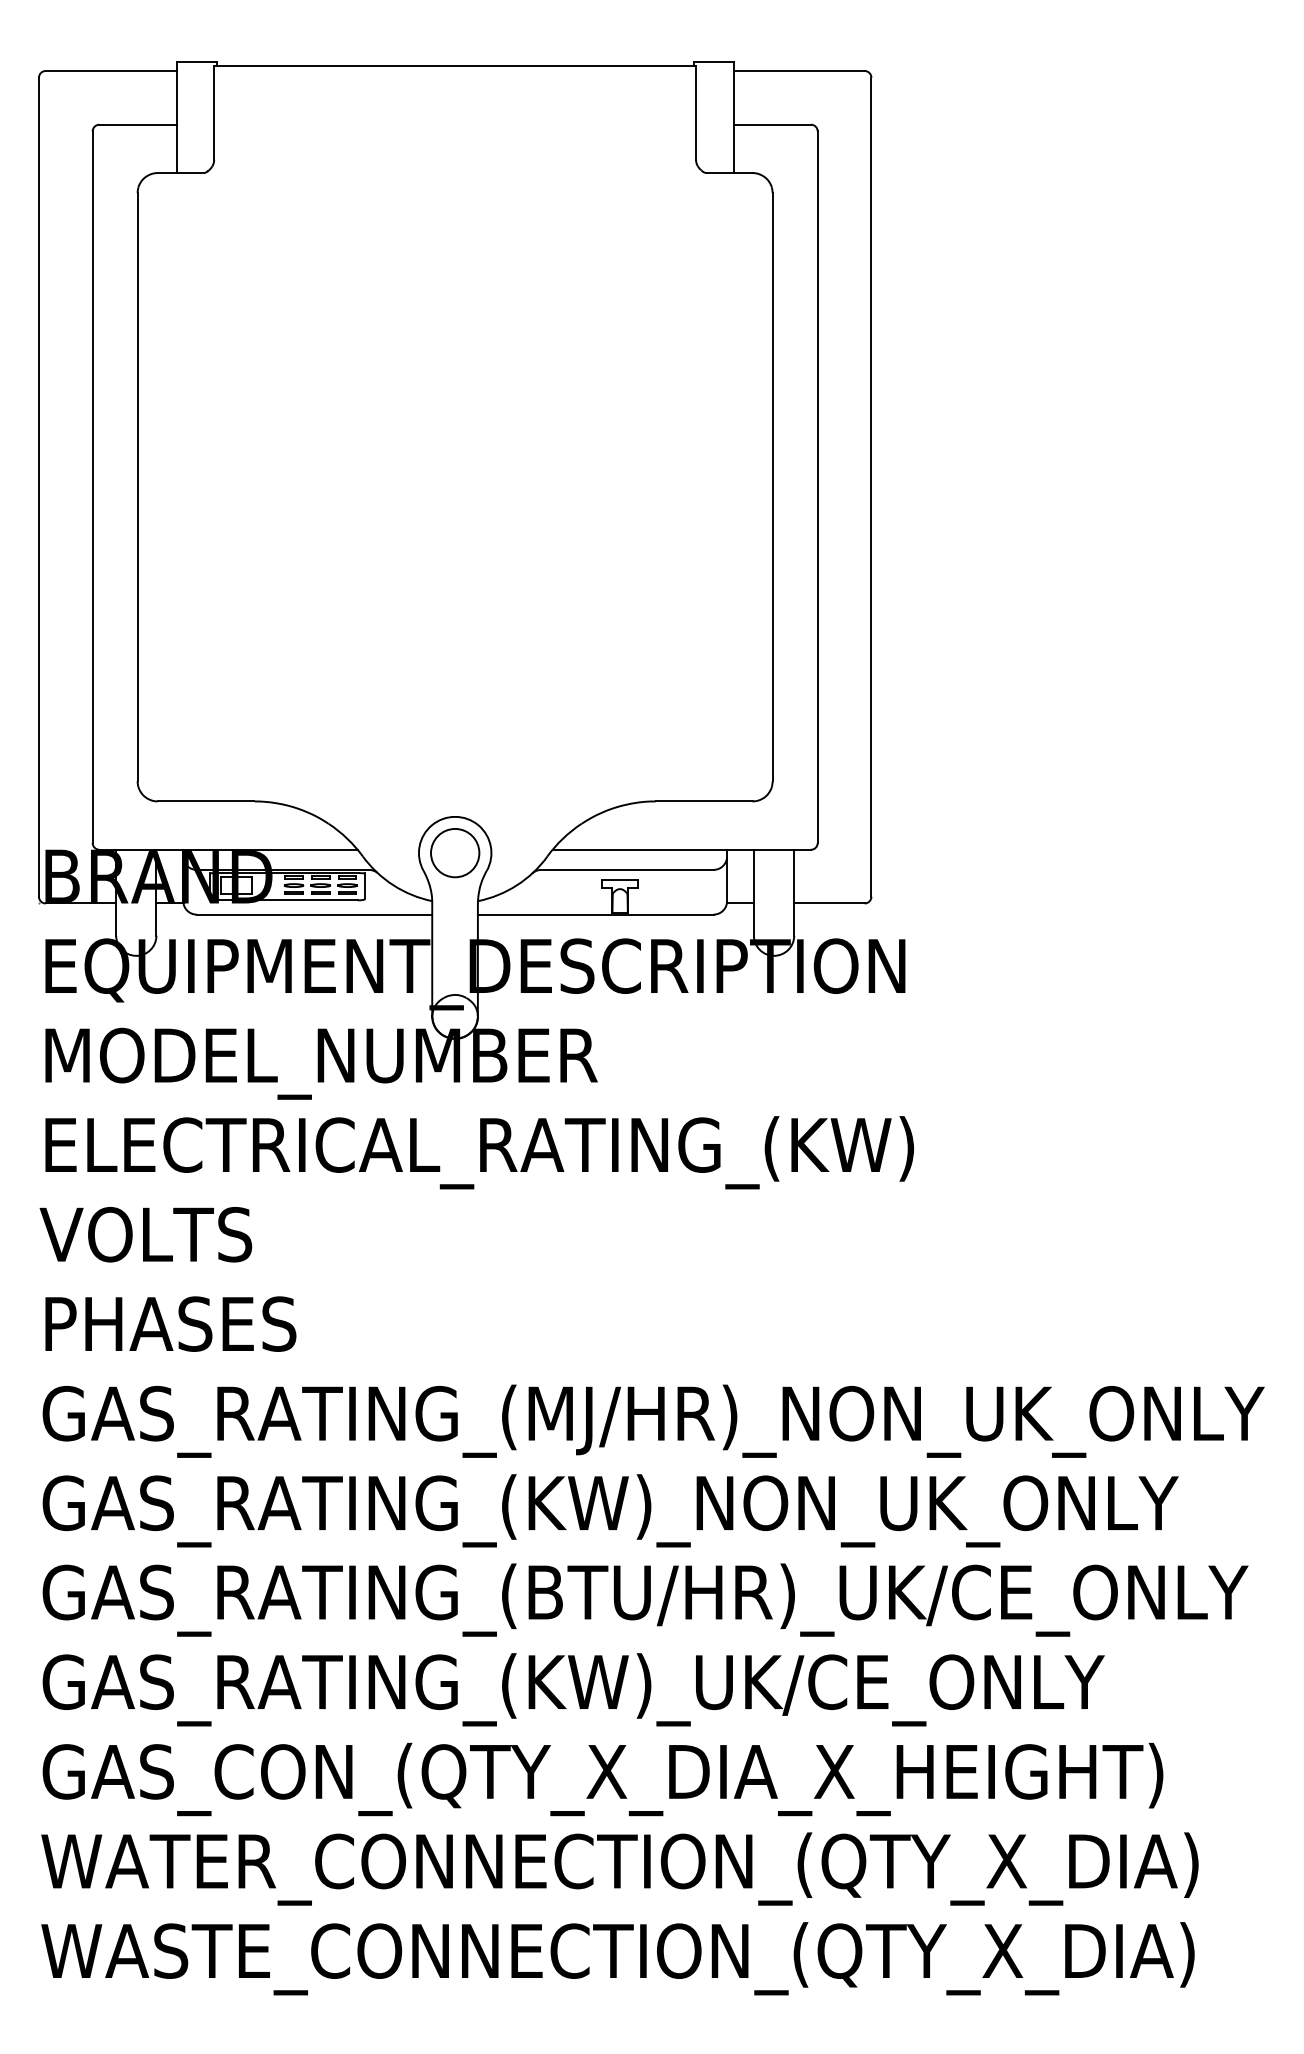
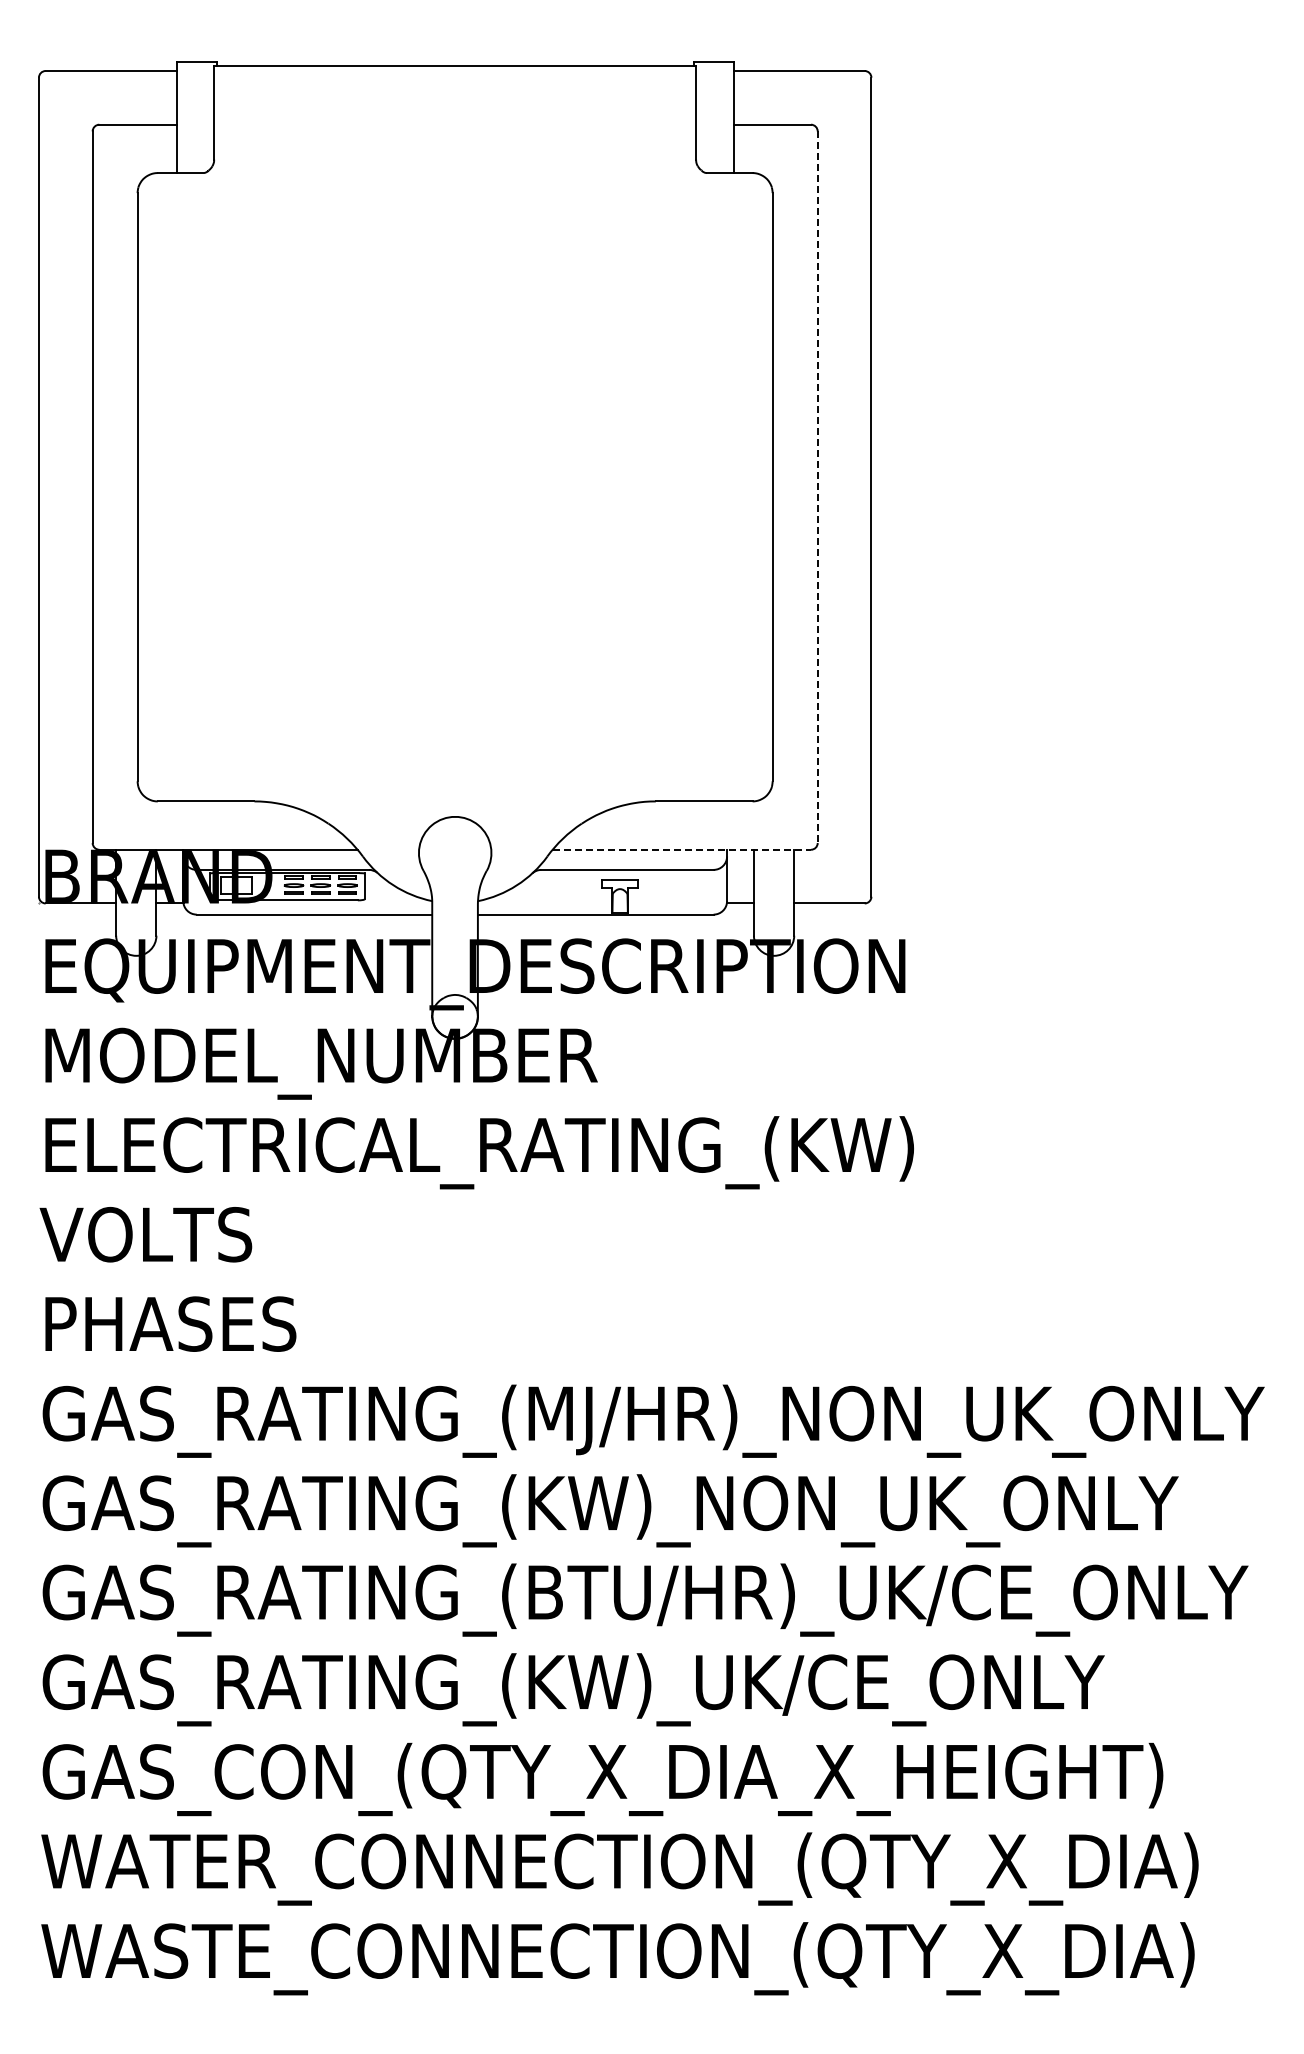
line at (817, 487): solid -> dashed
line at (682, 849): solid -> dashed
circle at (455, 853): present -> none
